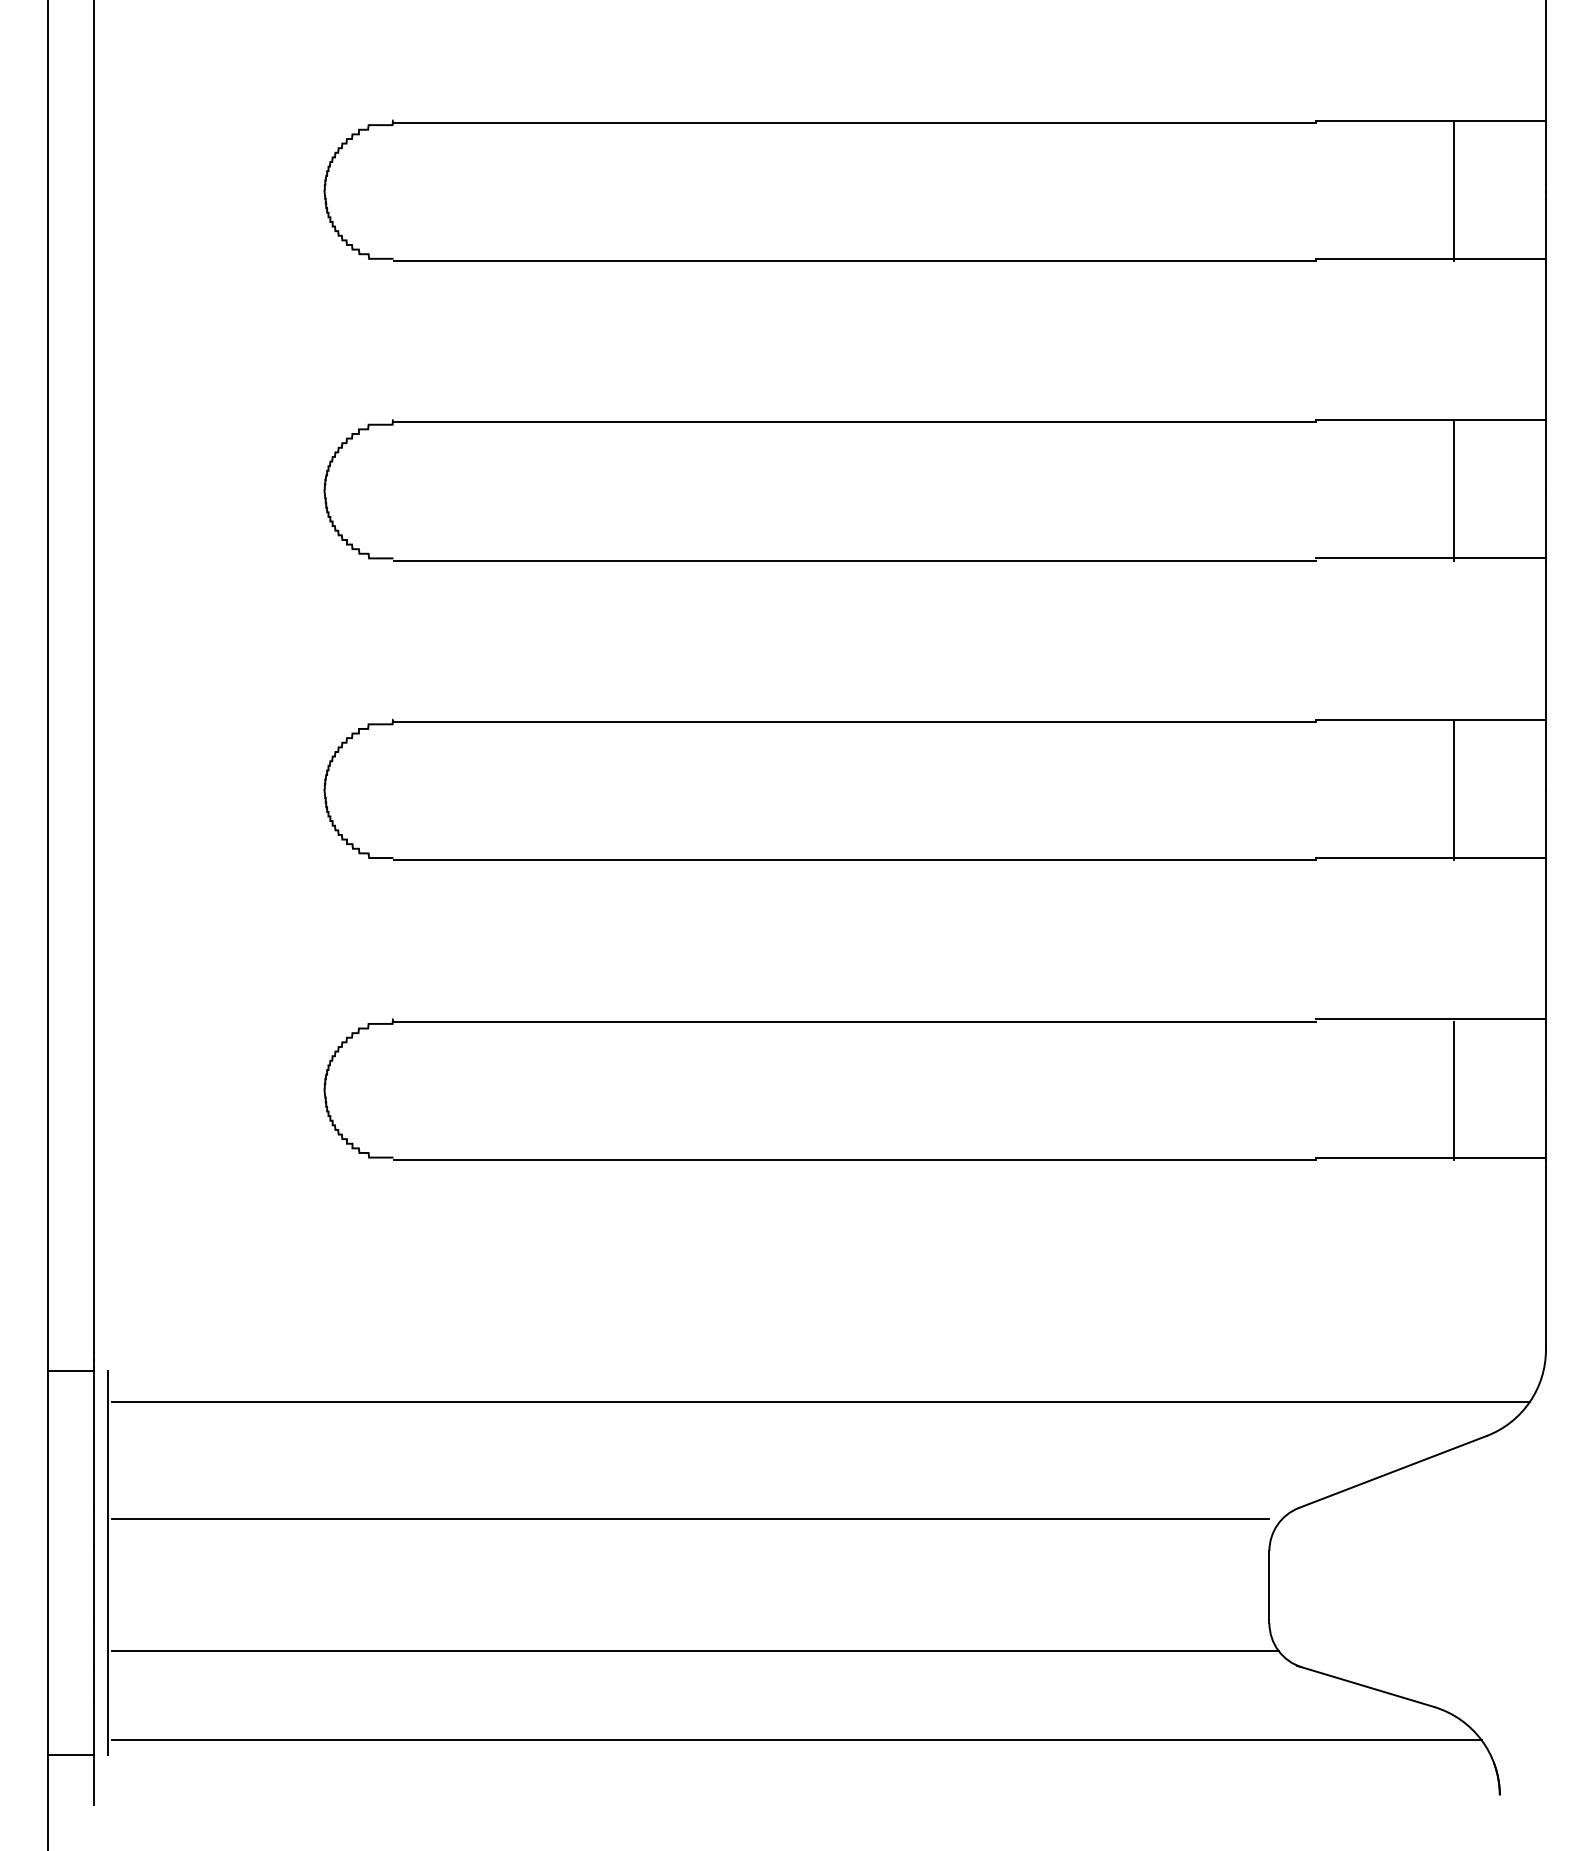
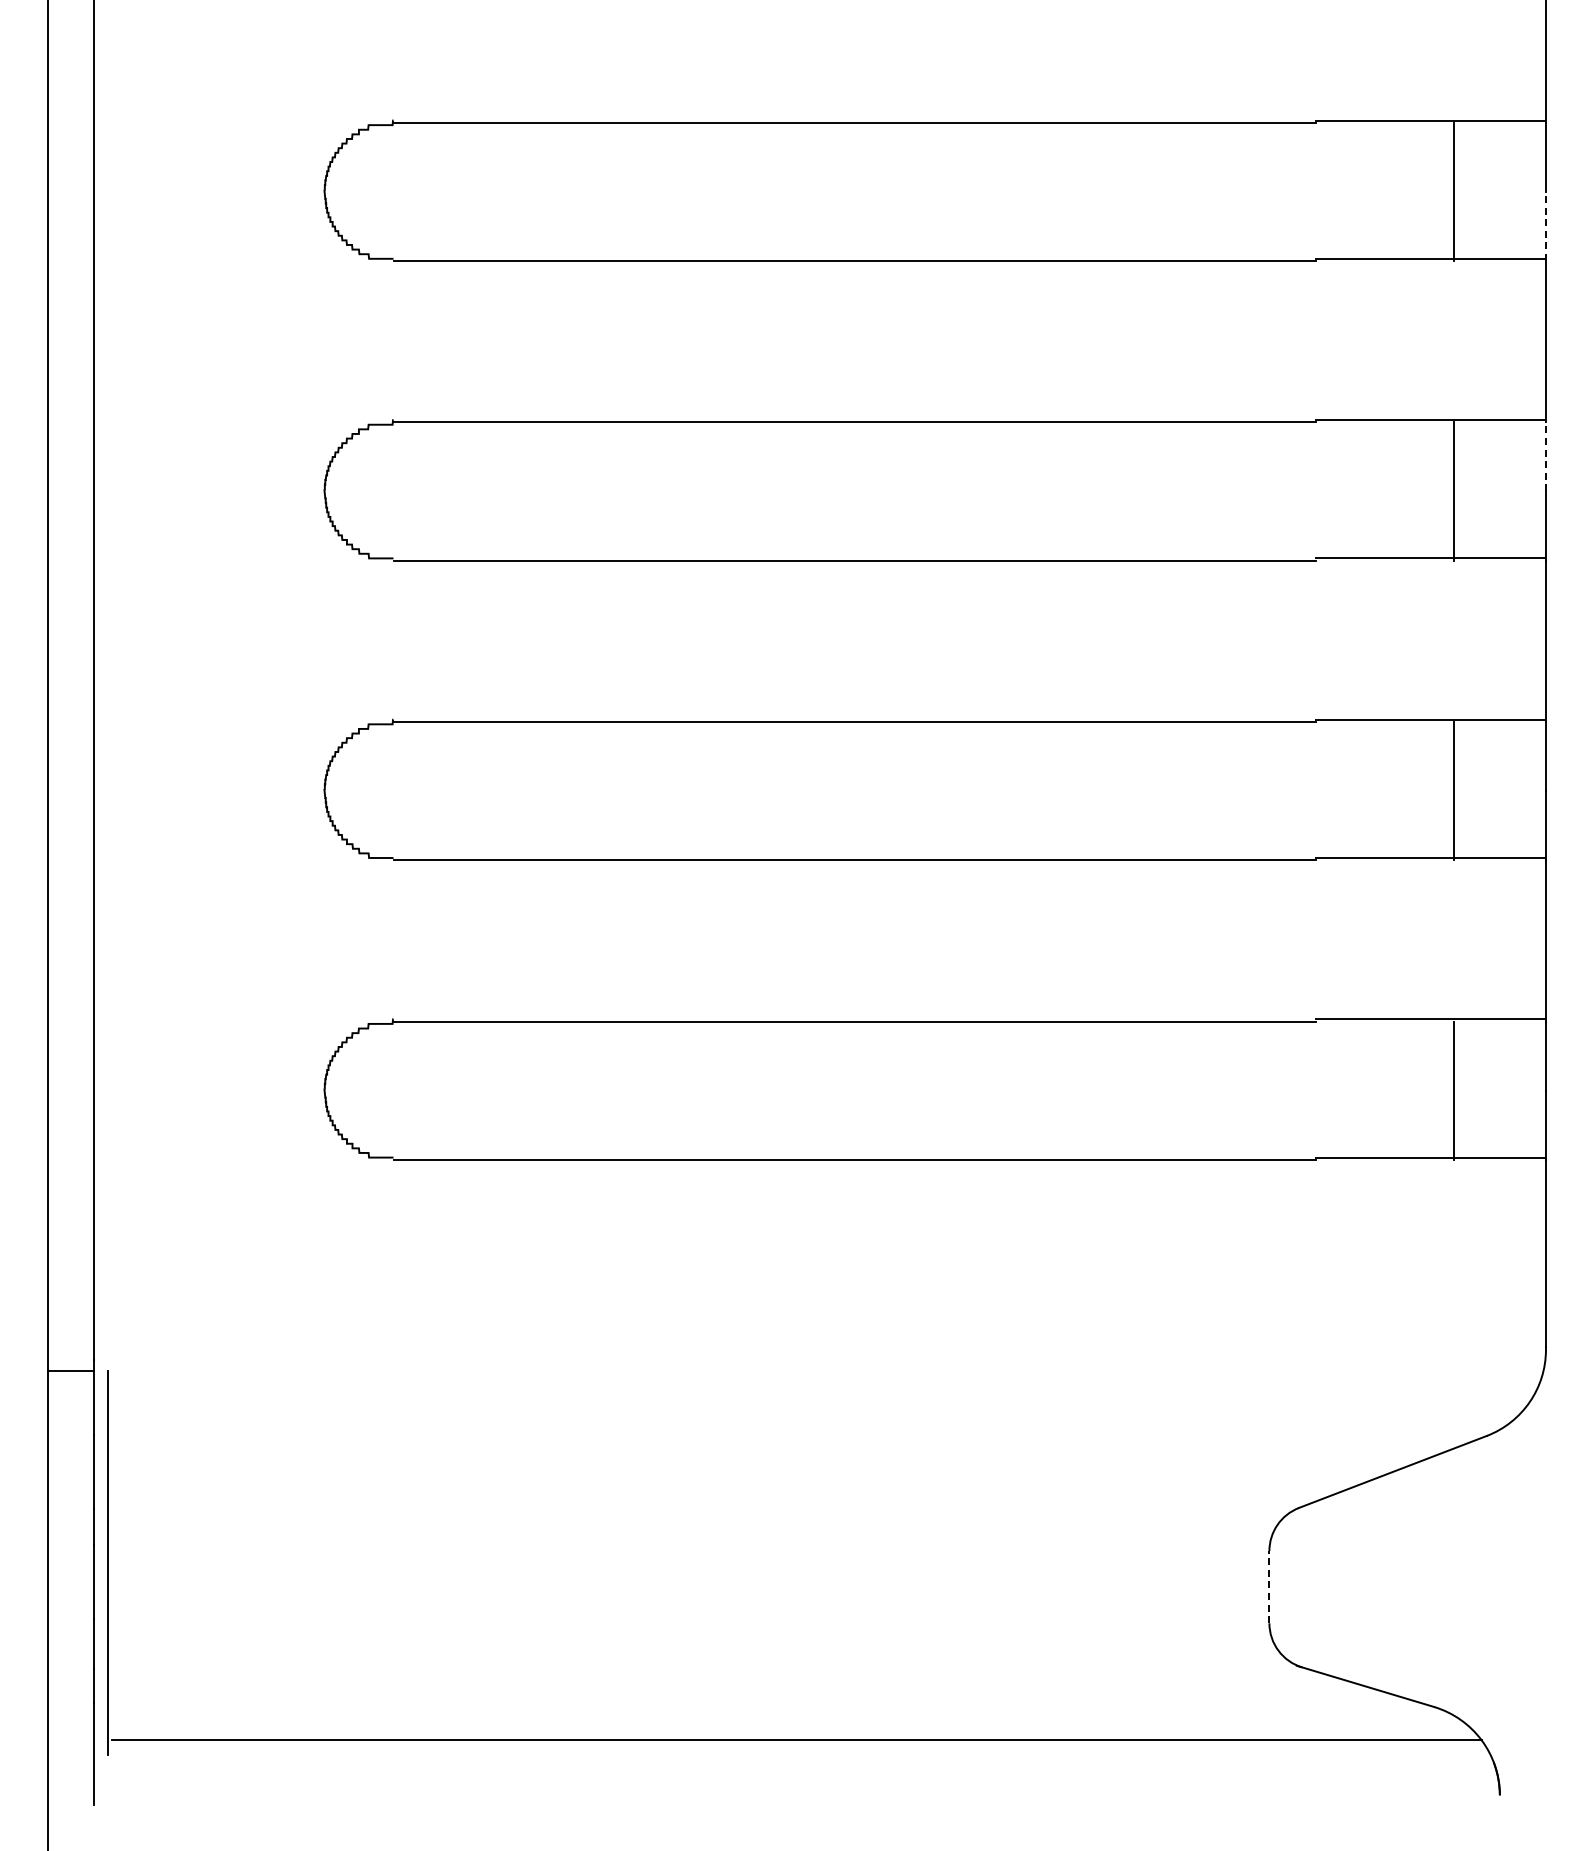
line at (1545, 226): solid -> dashed
line at (1545, 456): solid -> dashed
line at (820, 1402): present -> none
line at (690, 1518): present -> none
line at (1269, 1586): solid -> dashed
line at (694, 1650): present -> none
line at (71, 1754): present -> none
